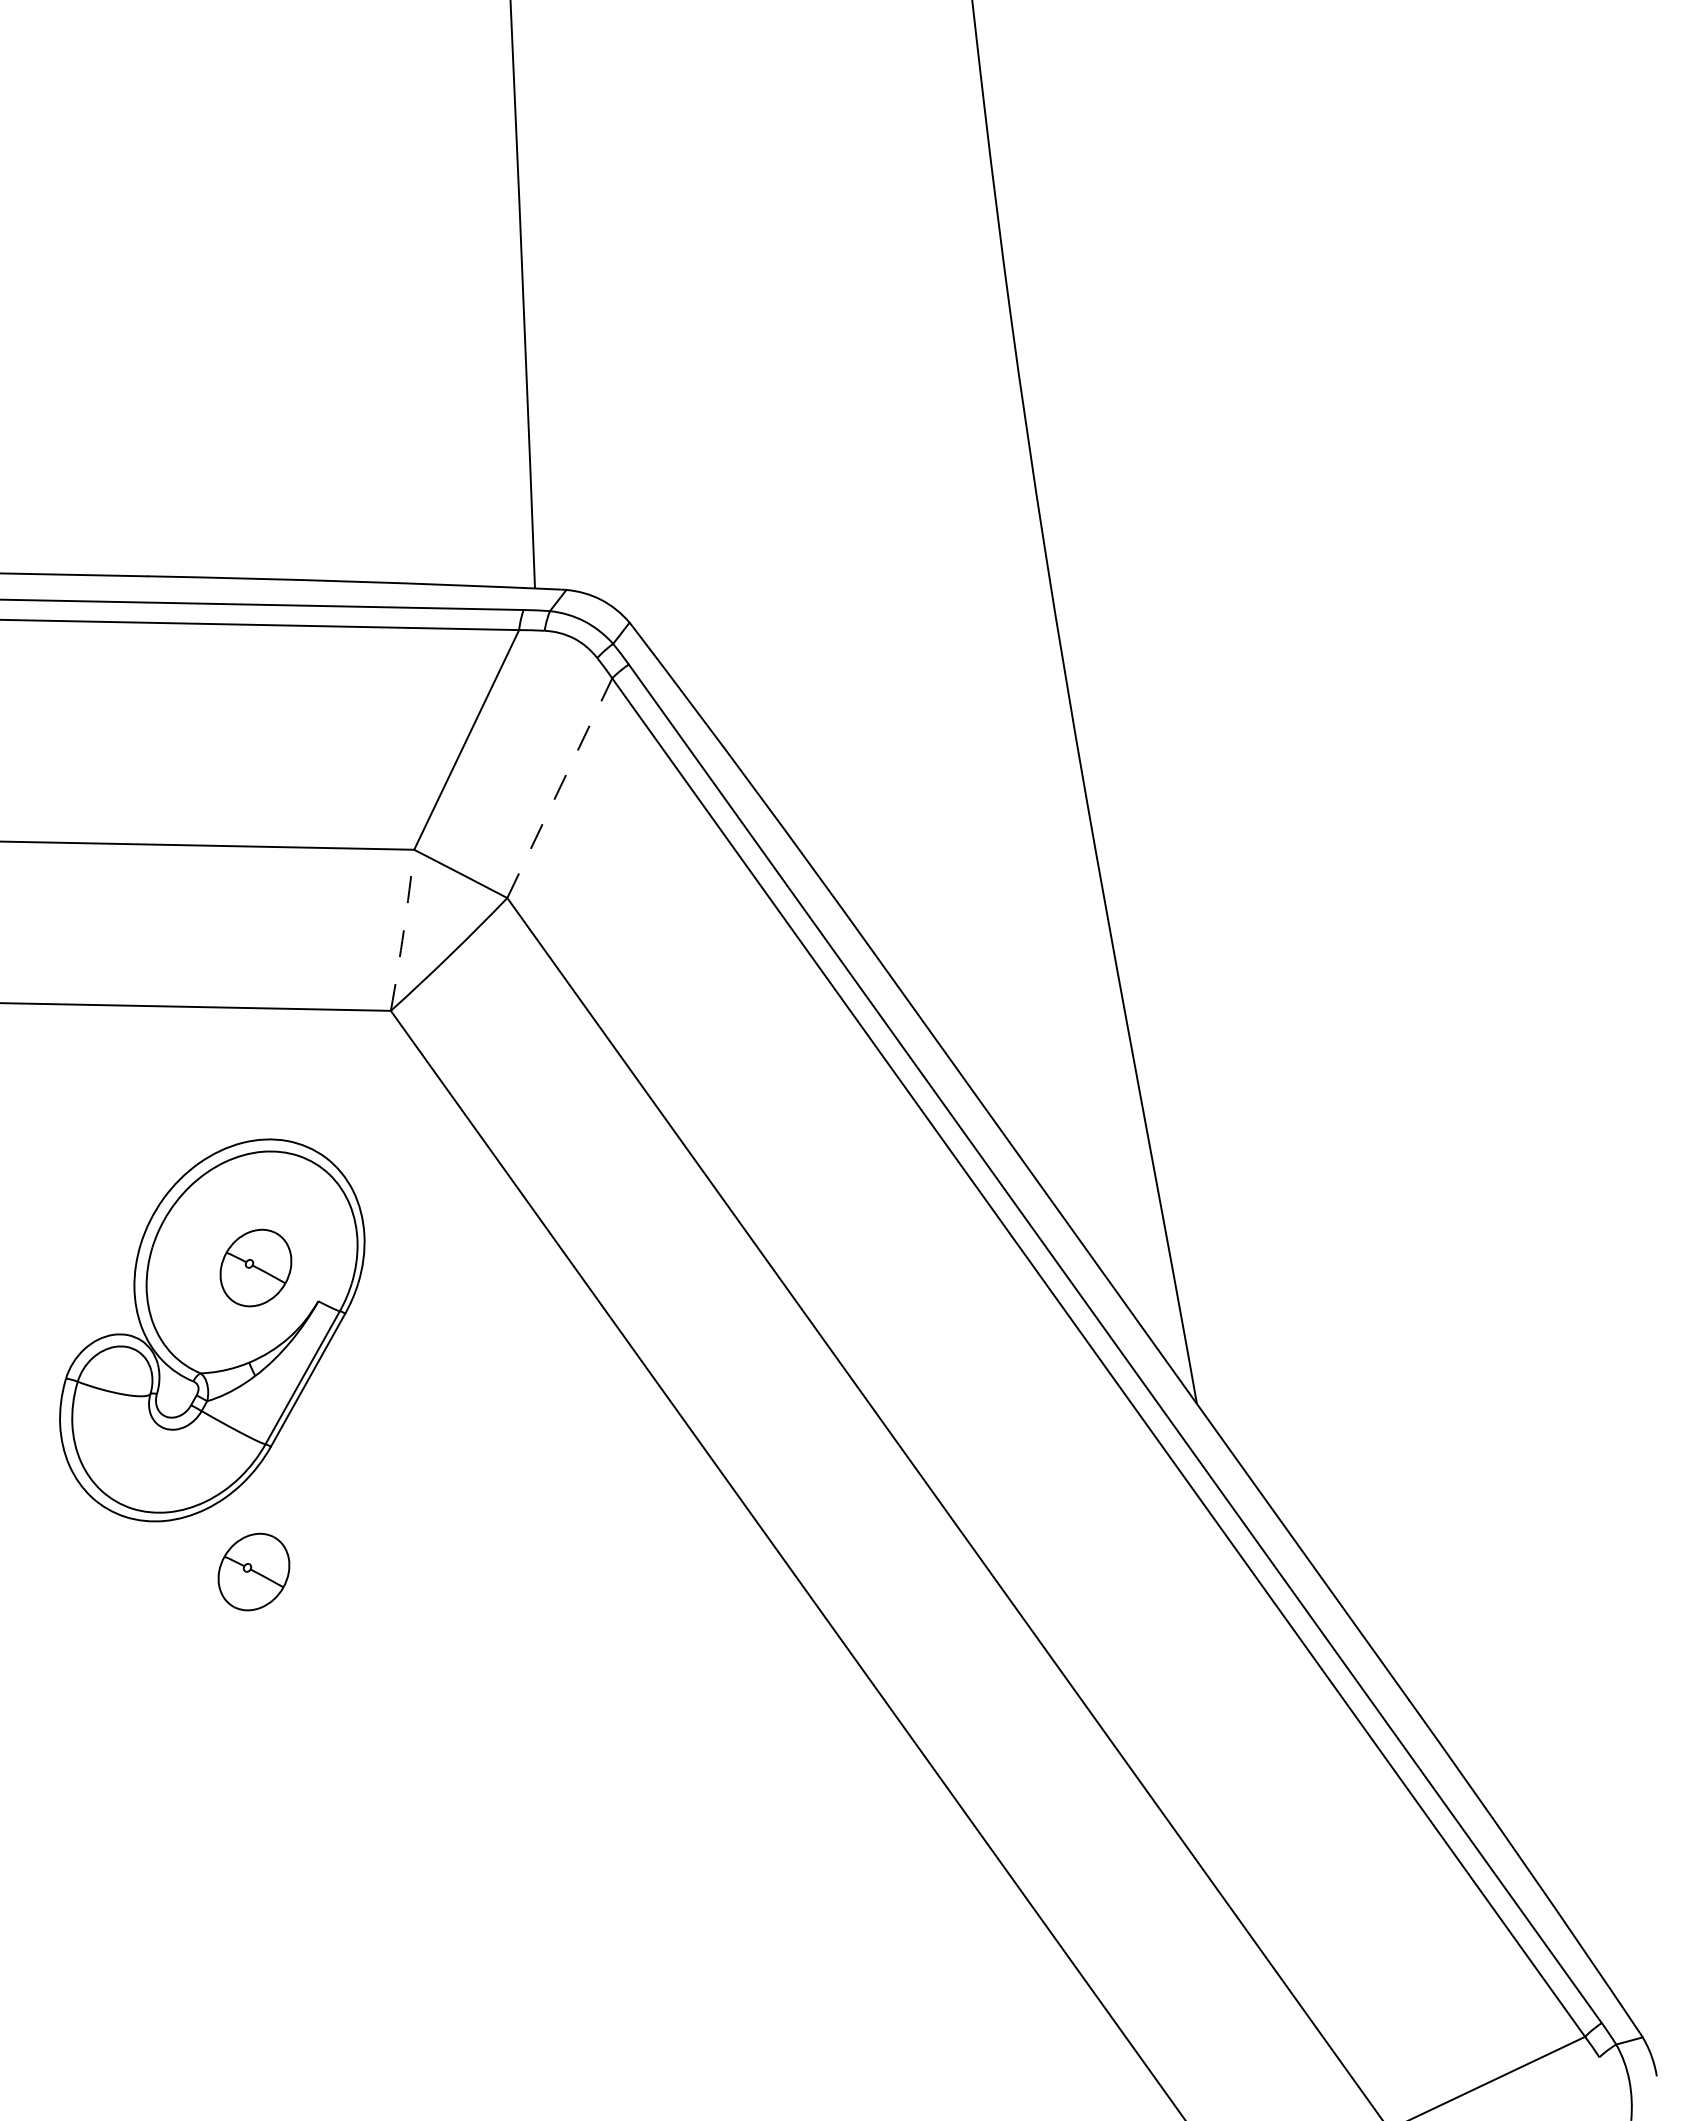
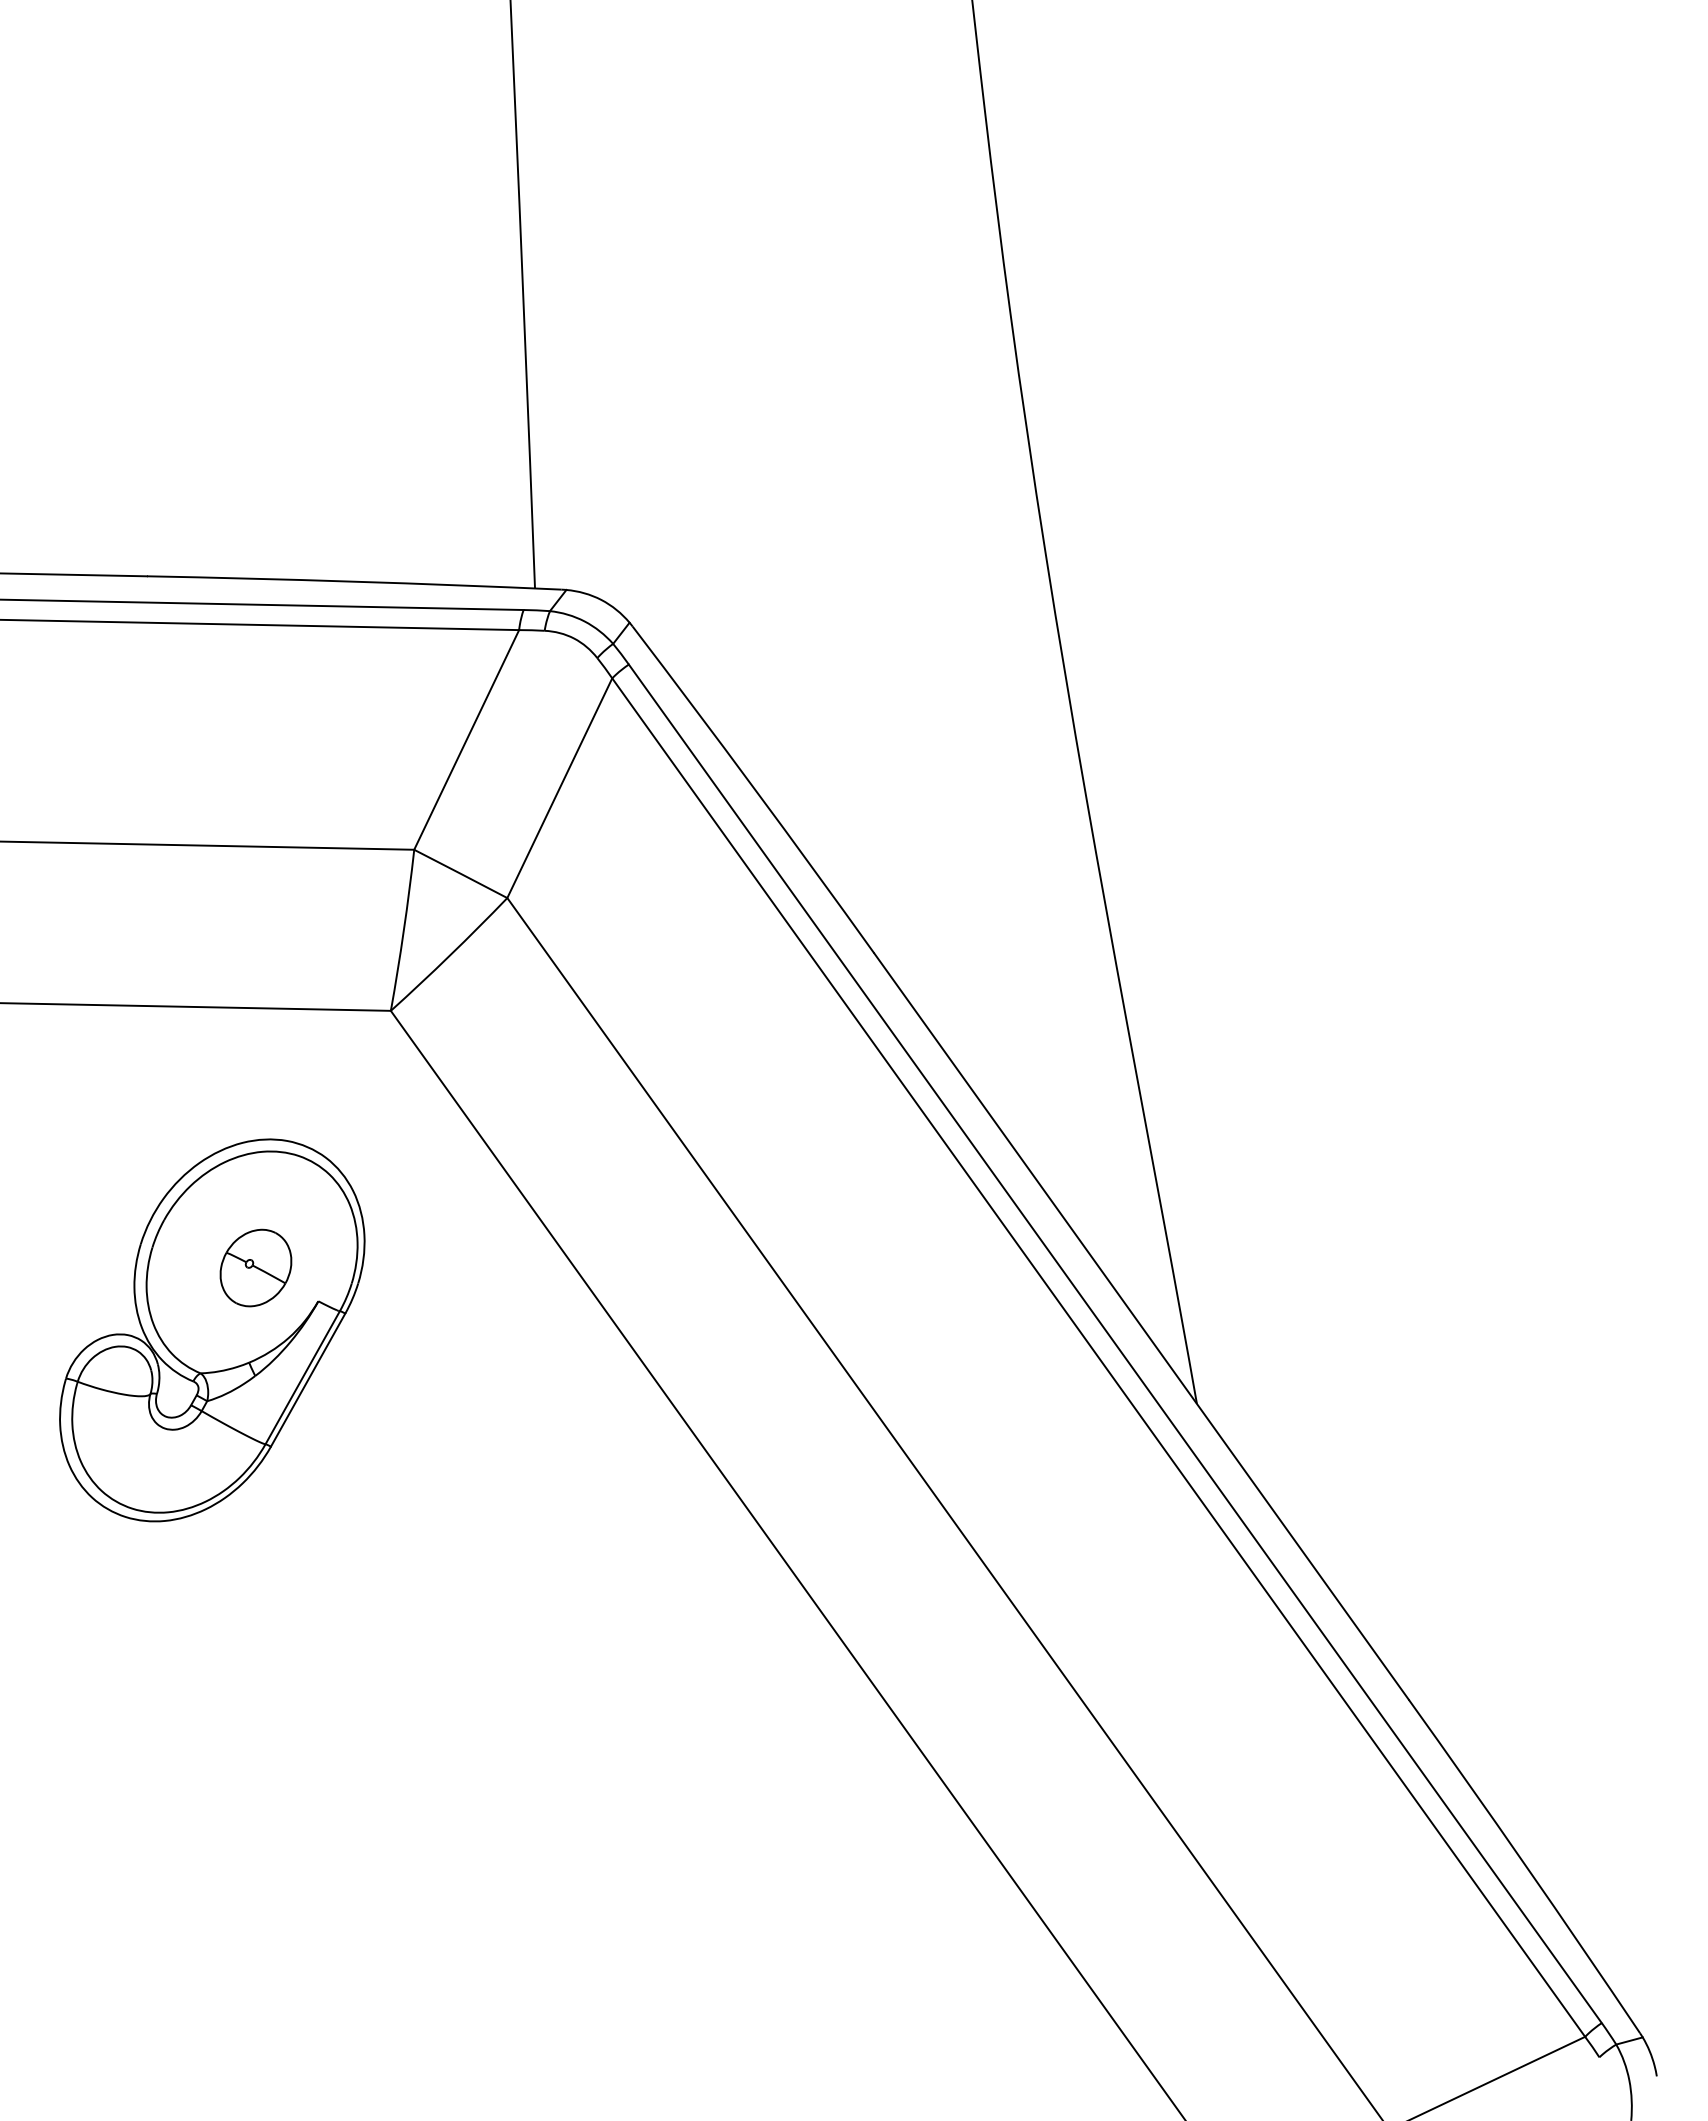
line at (559, 788): dashed -> solid
arc at (403, 930): dashed -> solid
part at (253, 1571): present -> none
